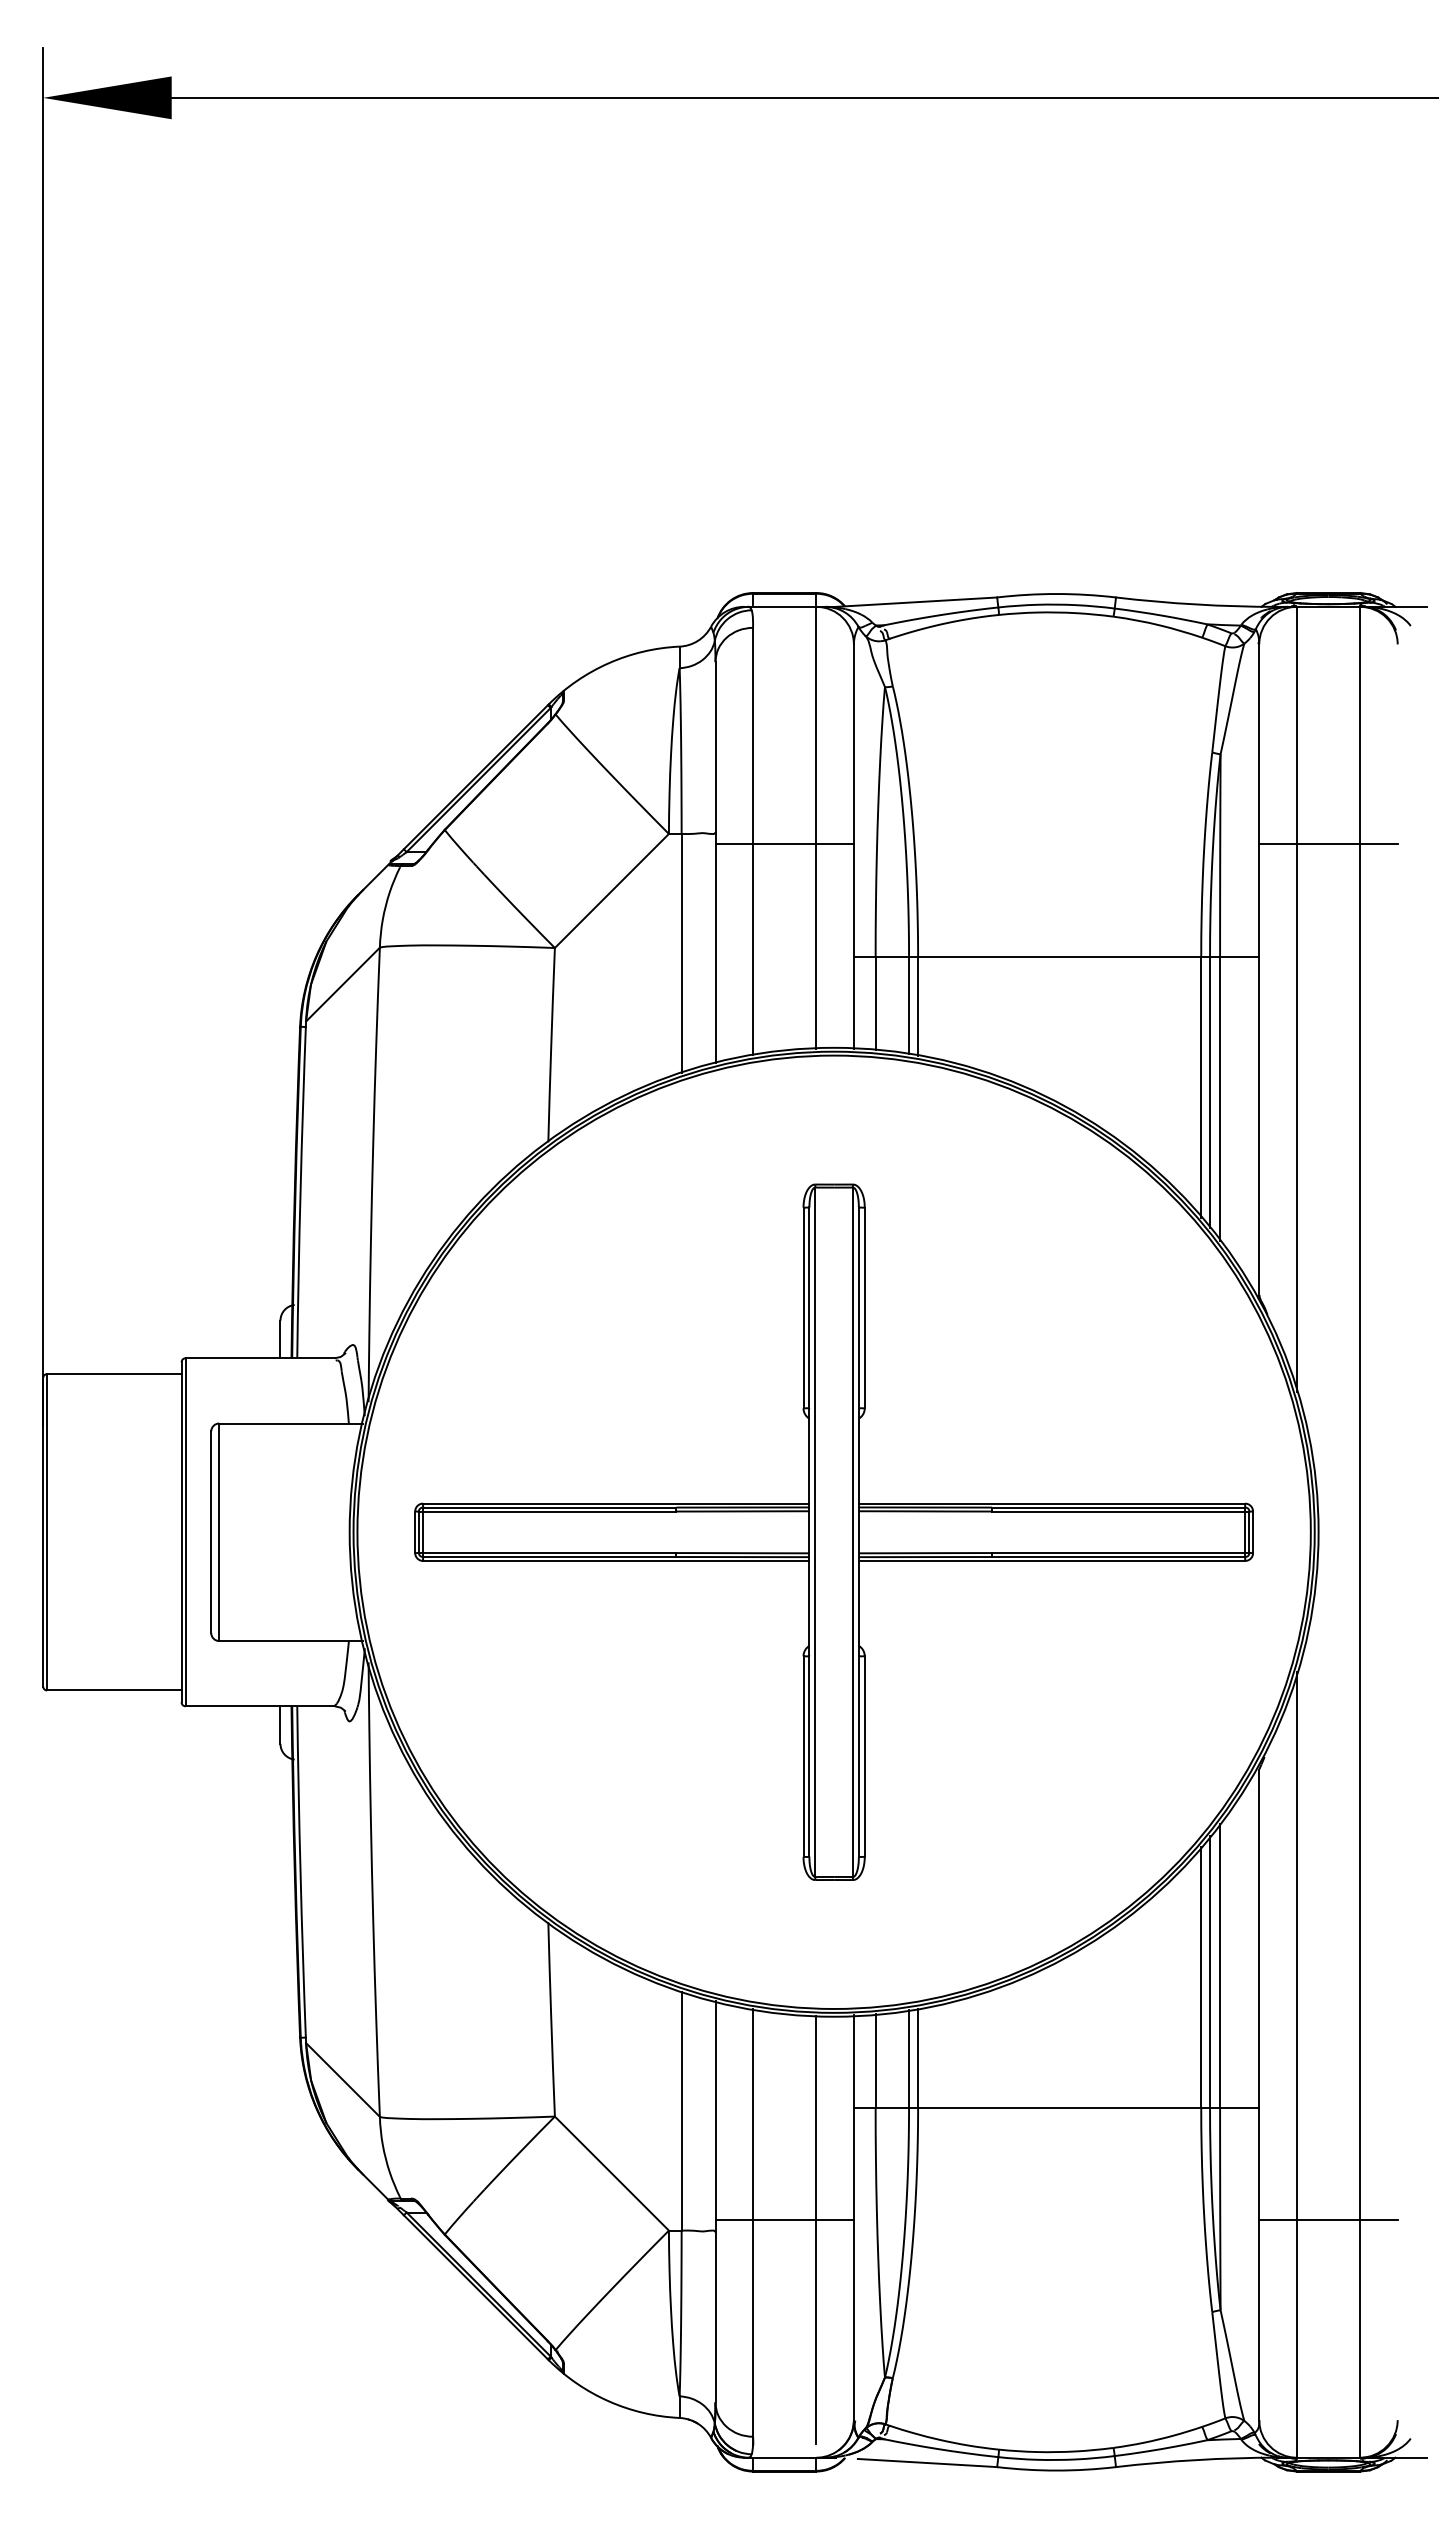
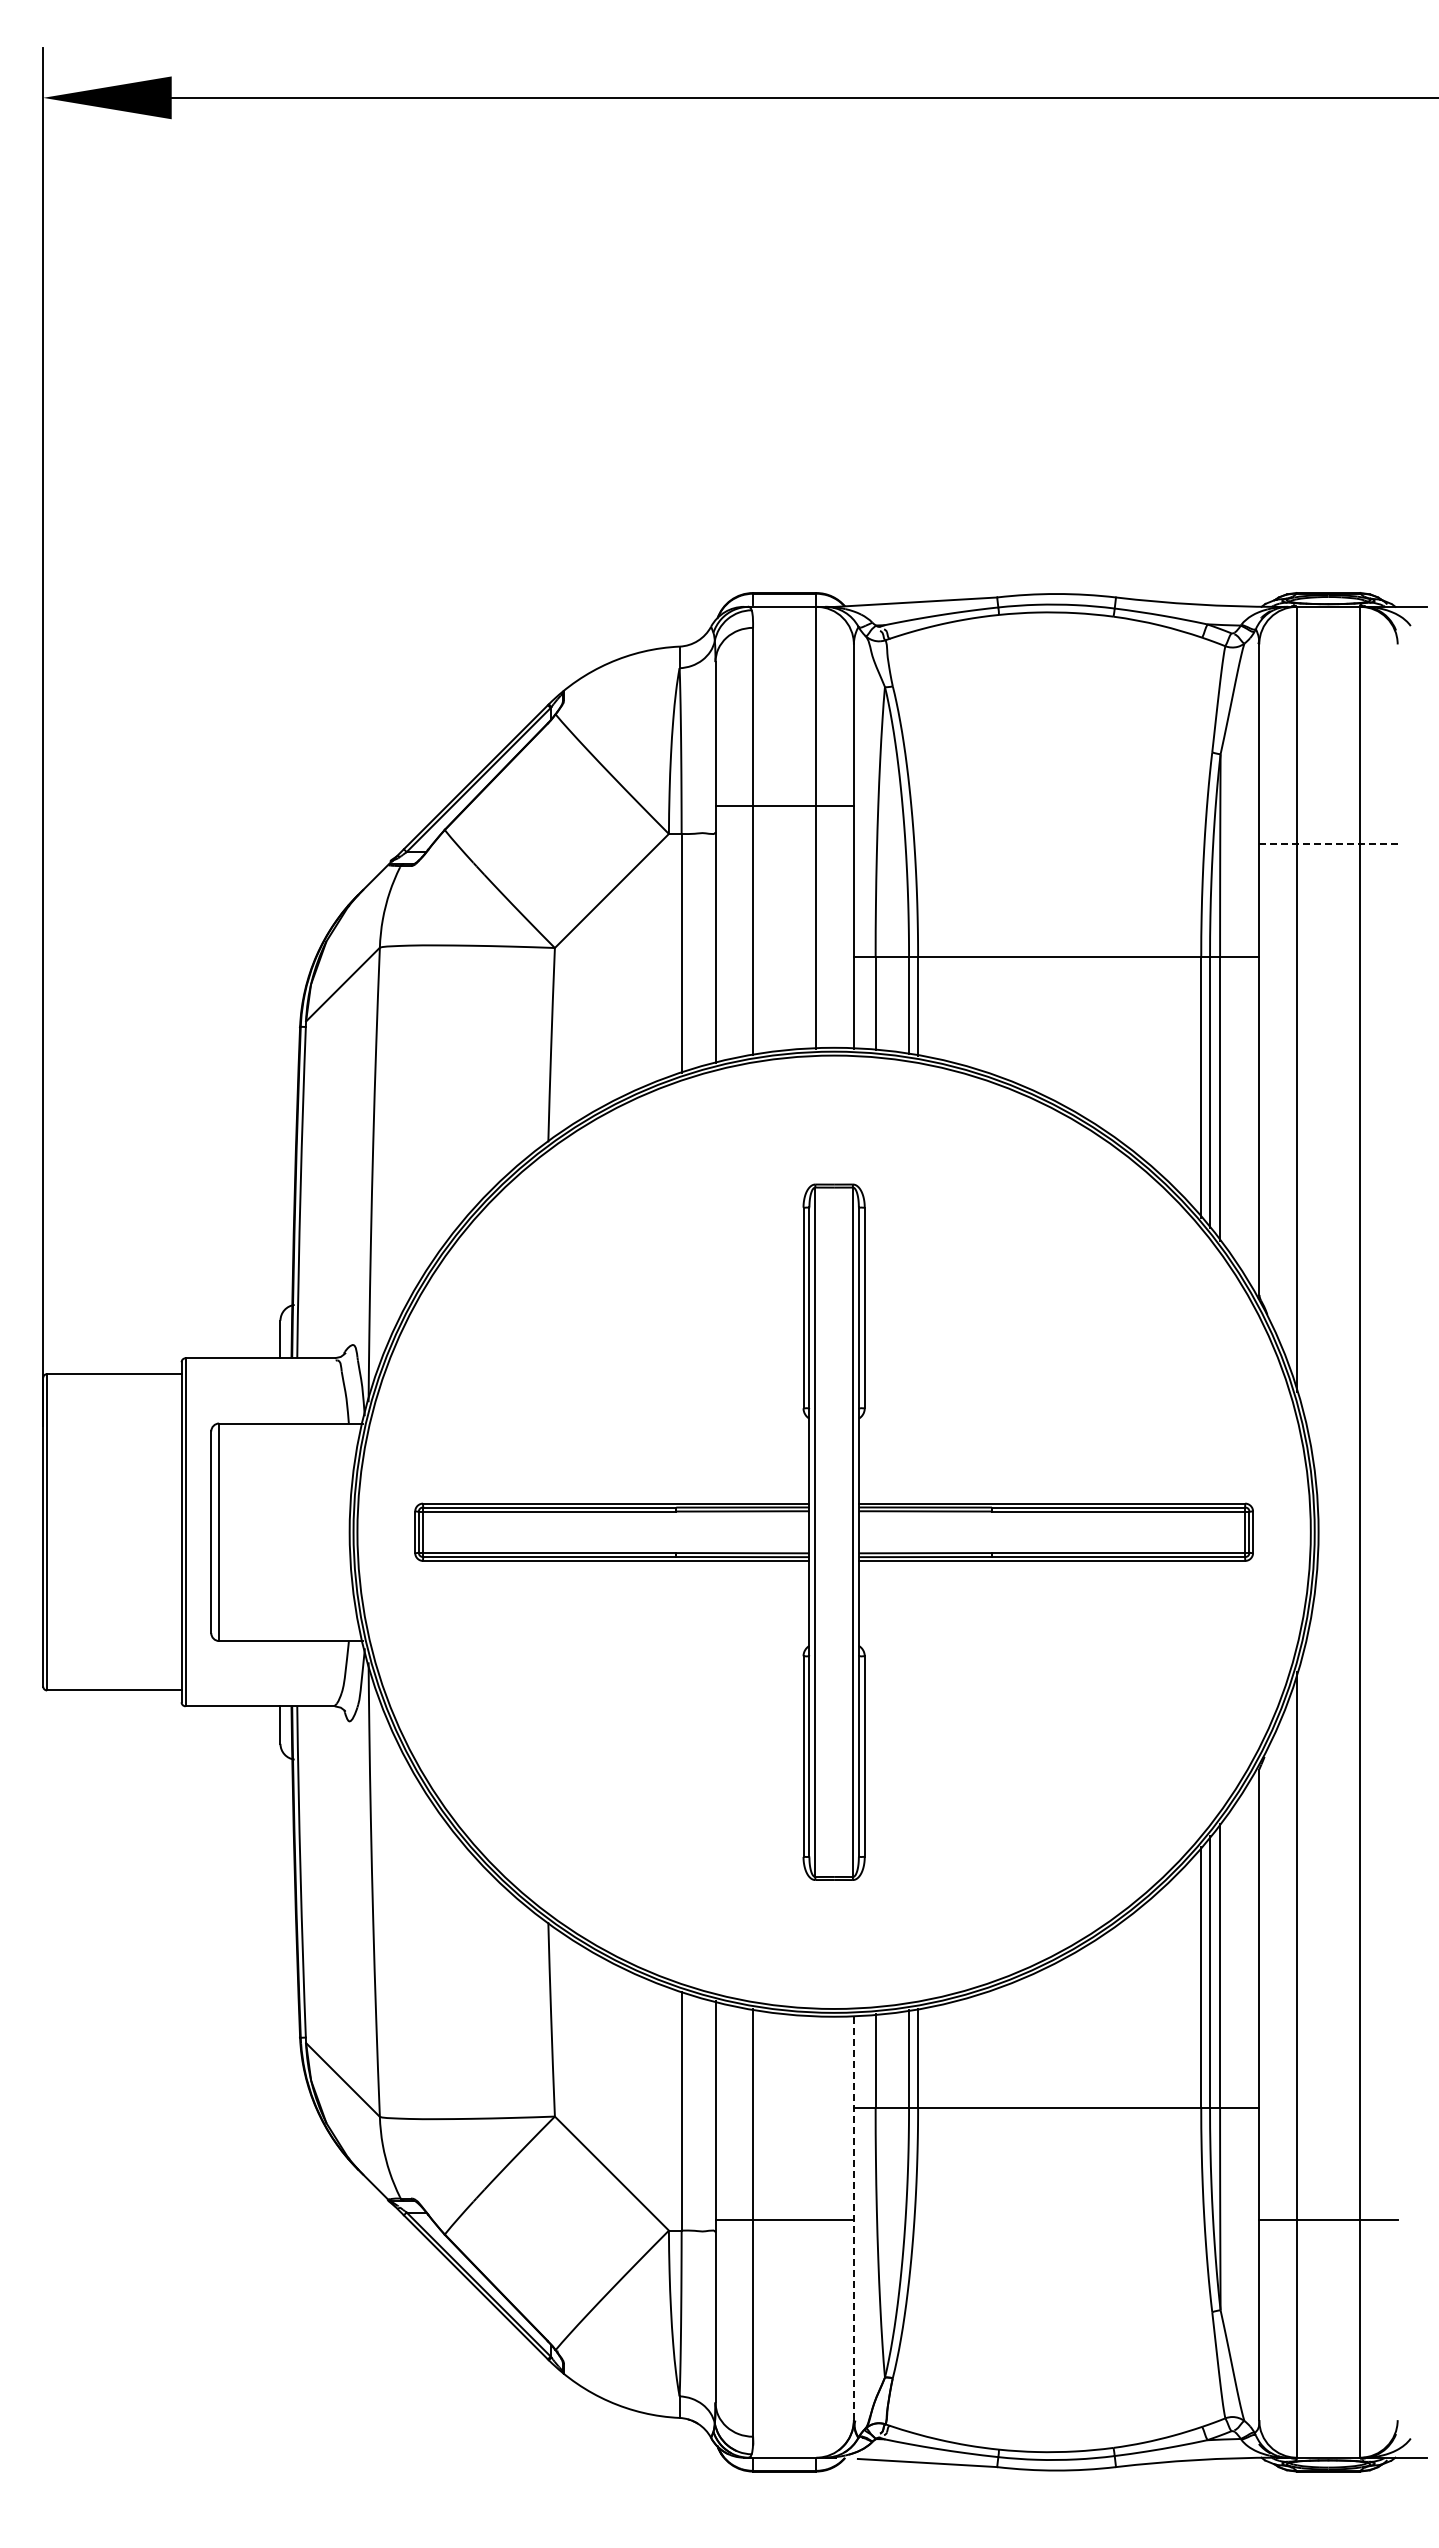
line at (784, 844) position: (784, 844) -> (784, 806)
line at (1328, 844): solid -> dashed
line at (853, 2217): solid -> dashed
line at (816, 2229): present -> none
